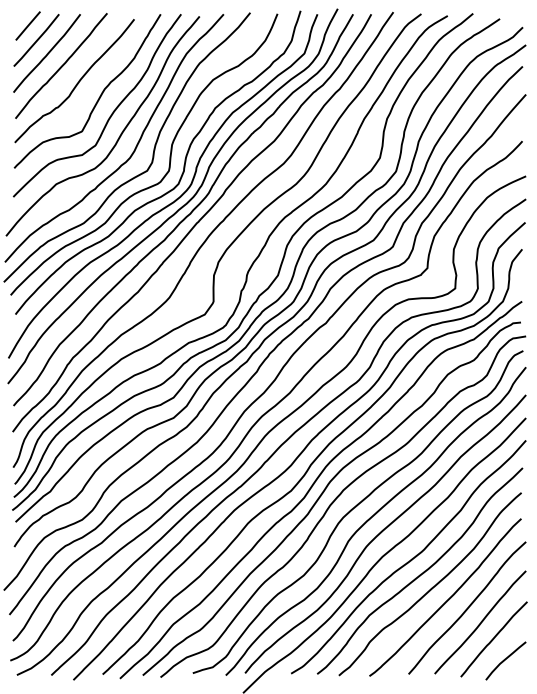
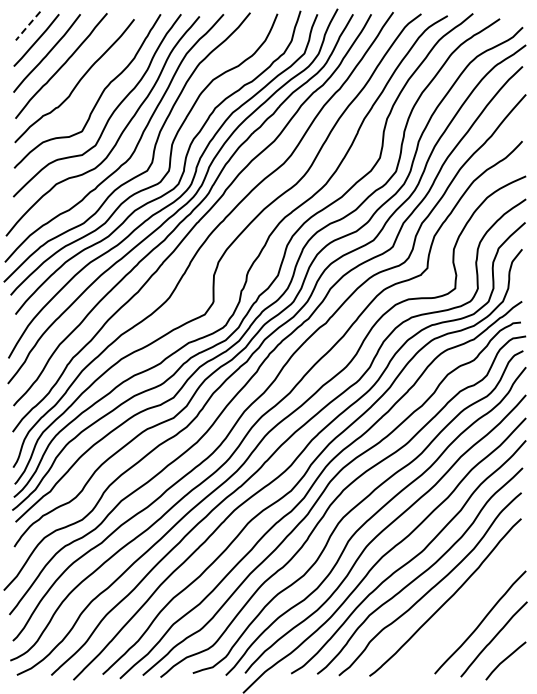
line at (27, 26): solid -> dashed
curve at (467, 607): present -> none
